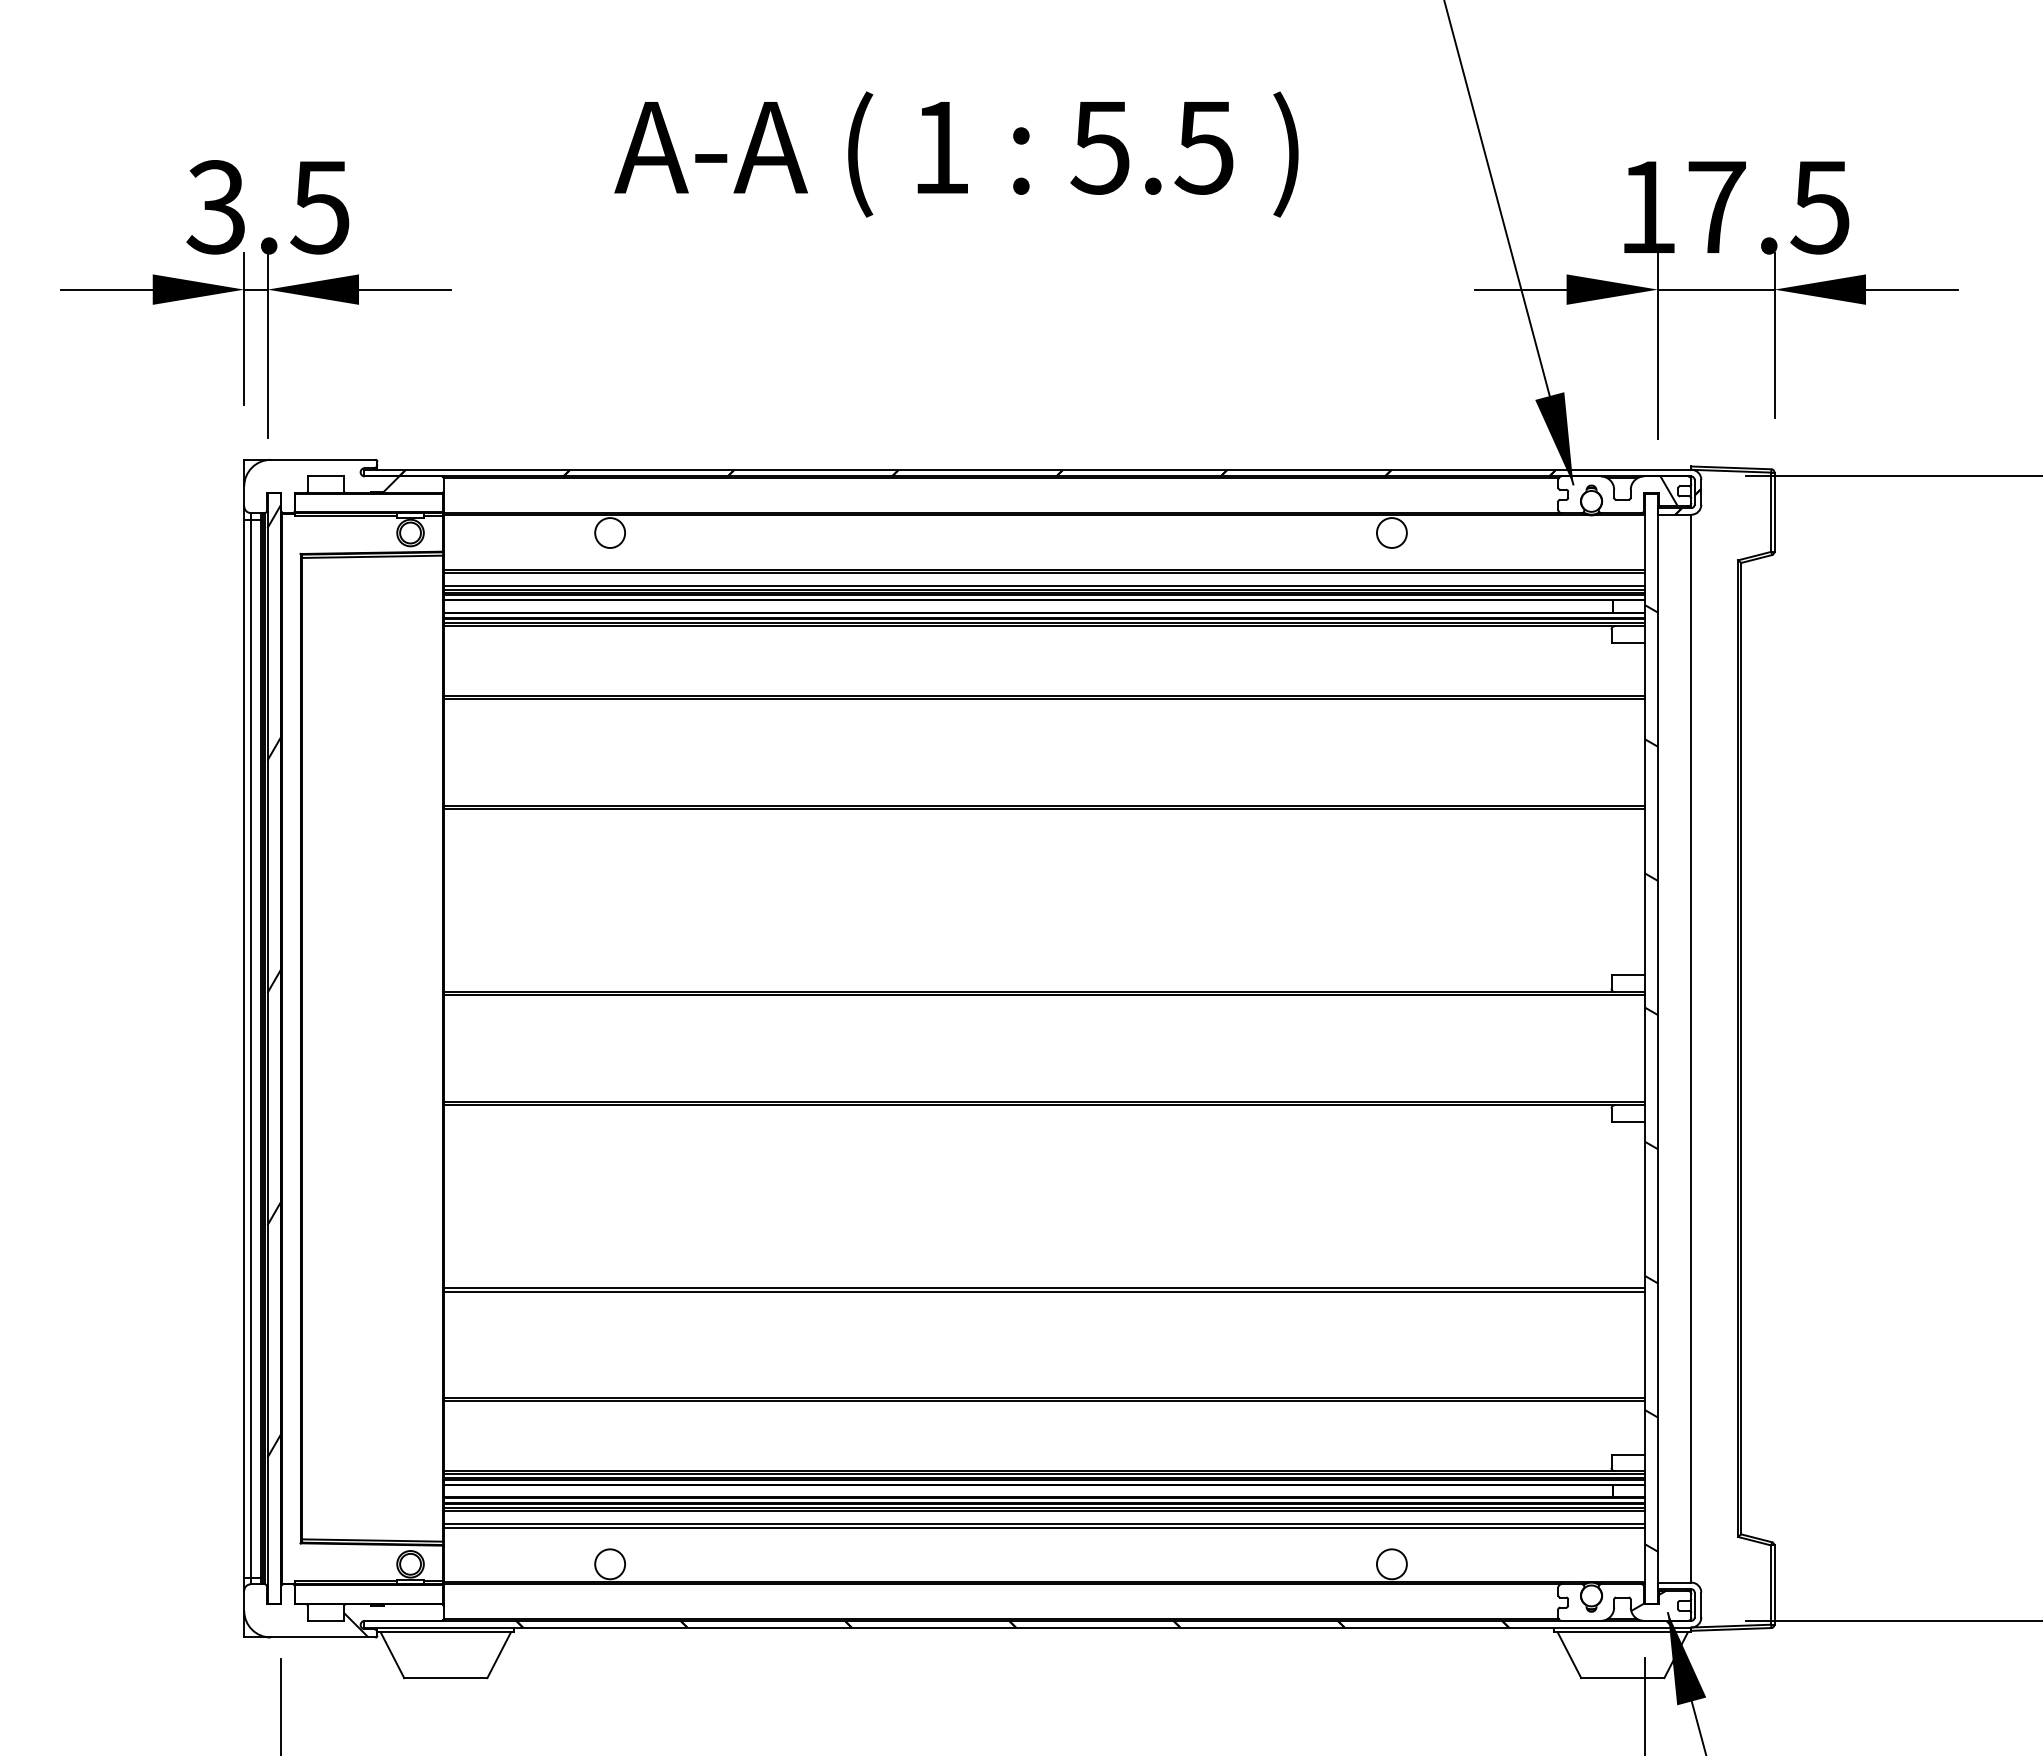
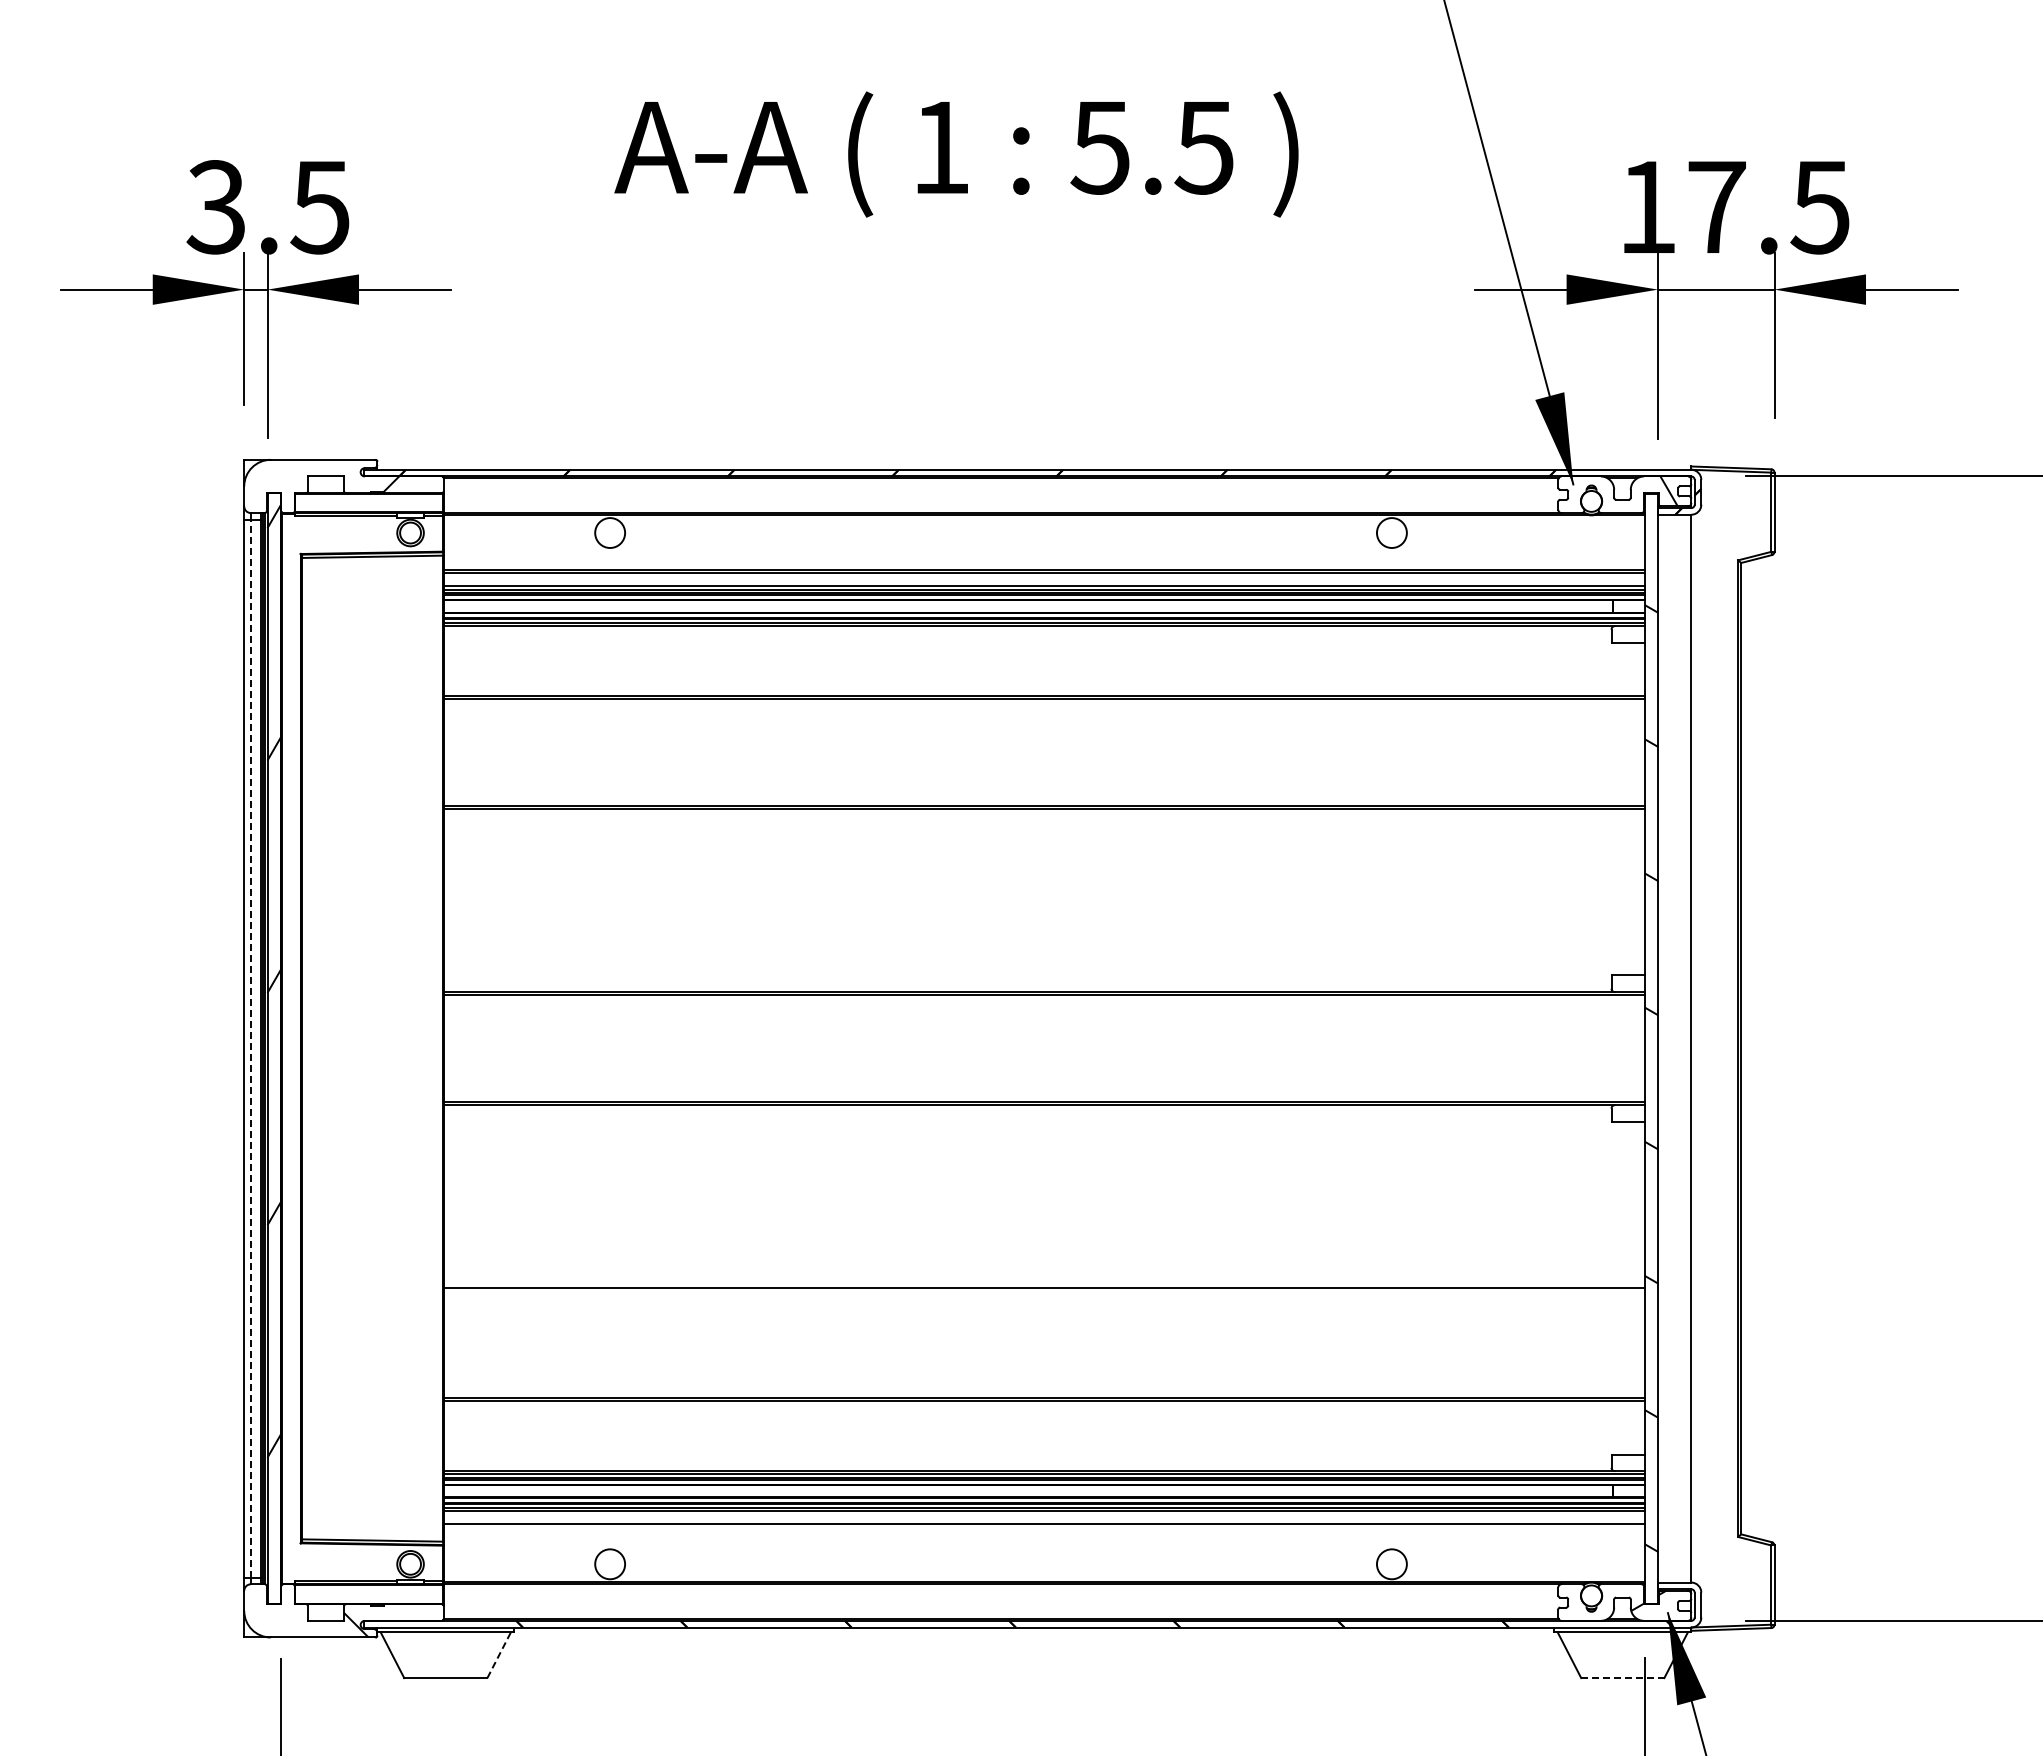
line at (250, 1048): solid -> dashed
line at (1043, 1291): present -> none
line at (1043, 1527): present -> none
line at (499, 1655): solid -> dashed
line at (1622, 1678): solid -> dashed
